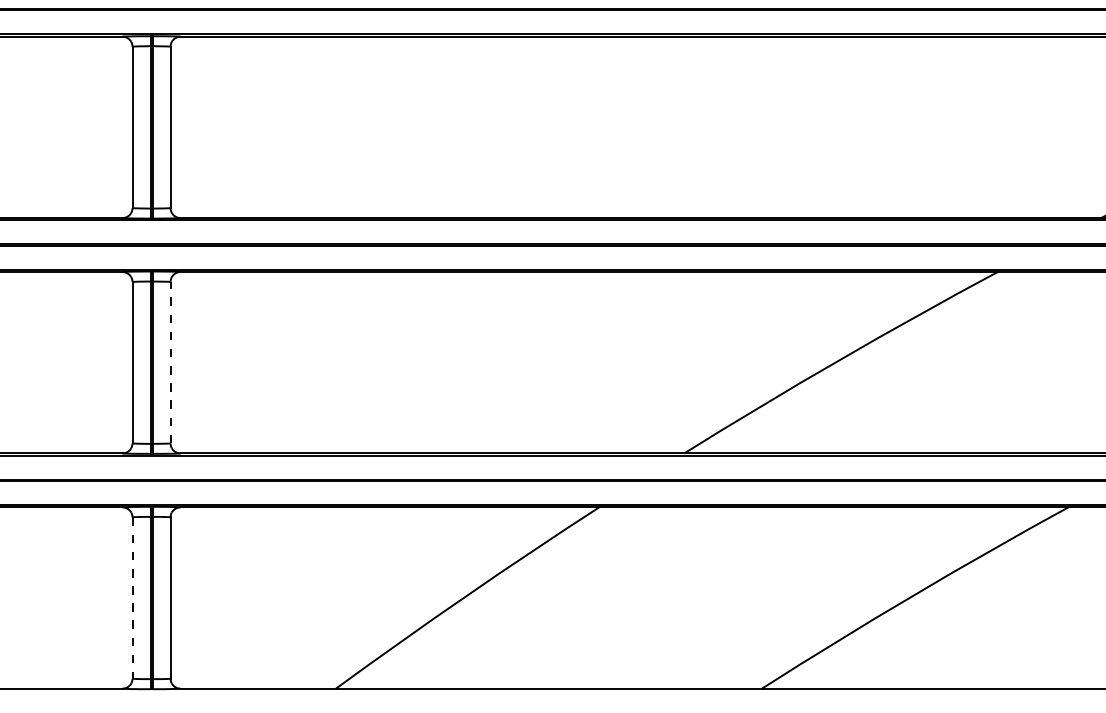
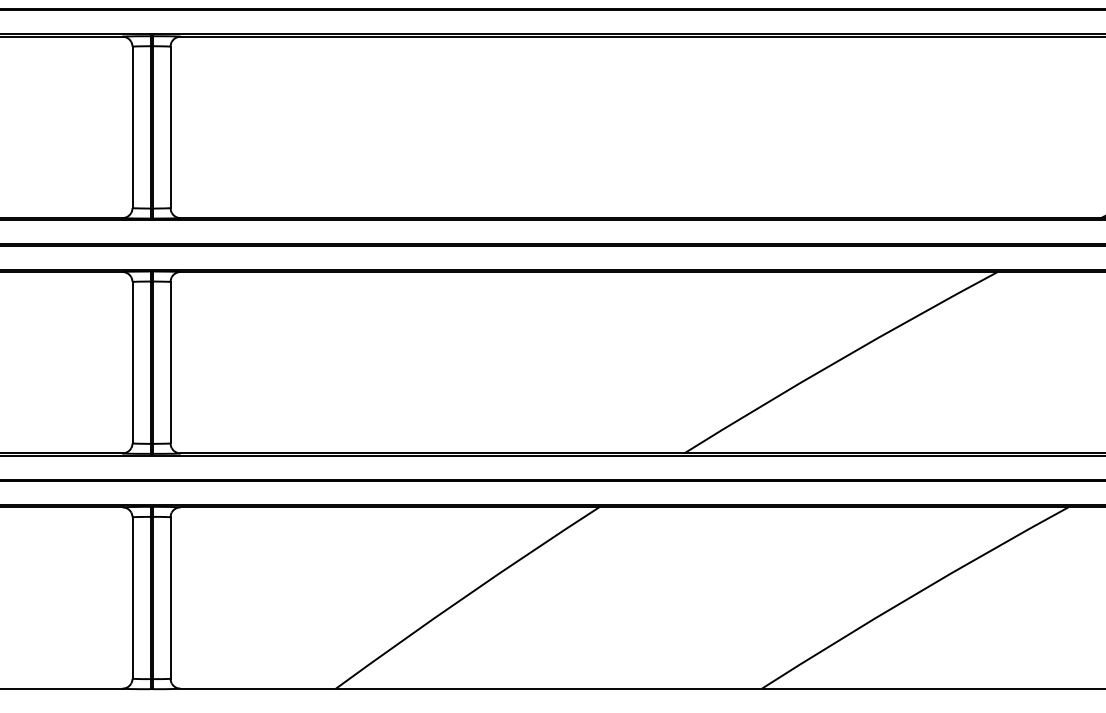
line at (170, 362): dashed -> solid
line at (132, 598): dashed -> solid
